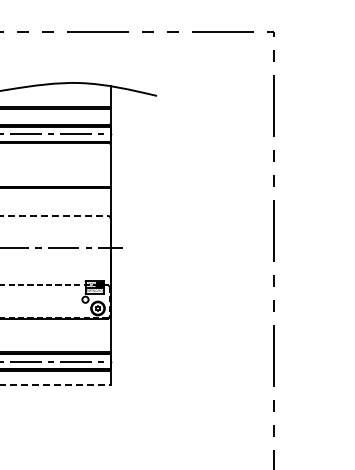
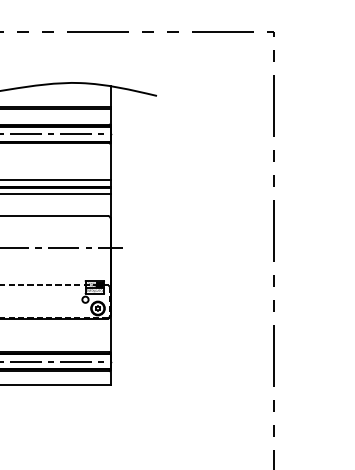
line at (56, 180): none -> present
line at (56, 194): none -> present
line at (54, 215): dashed -> solid
line at (55, 385): dashed -> solid
